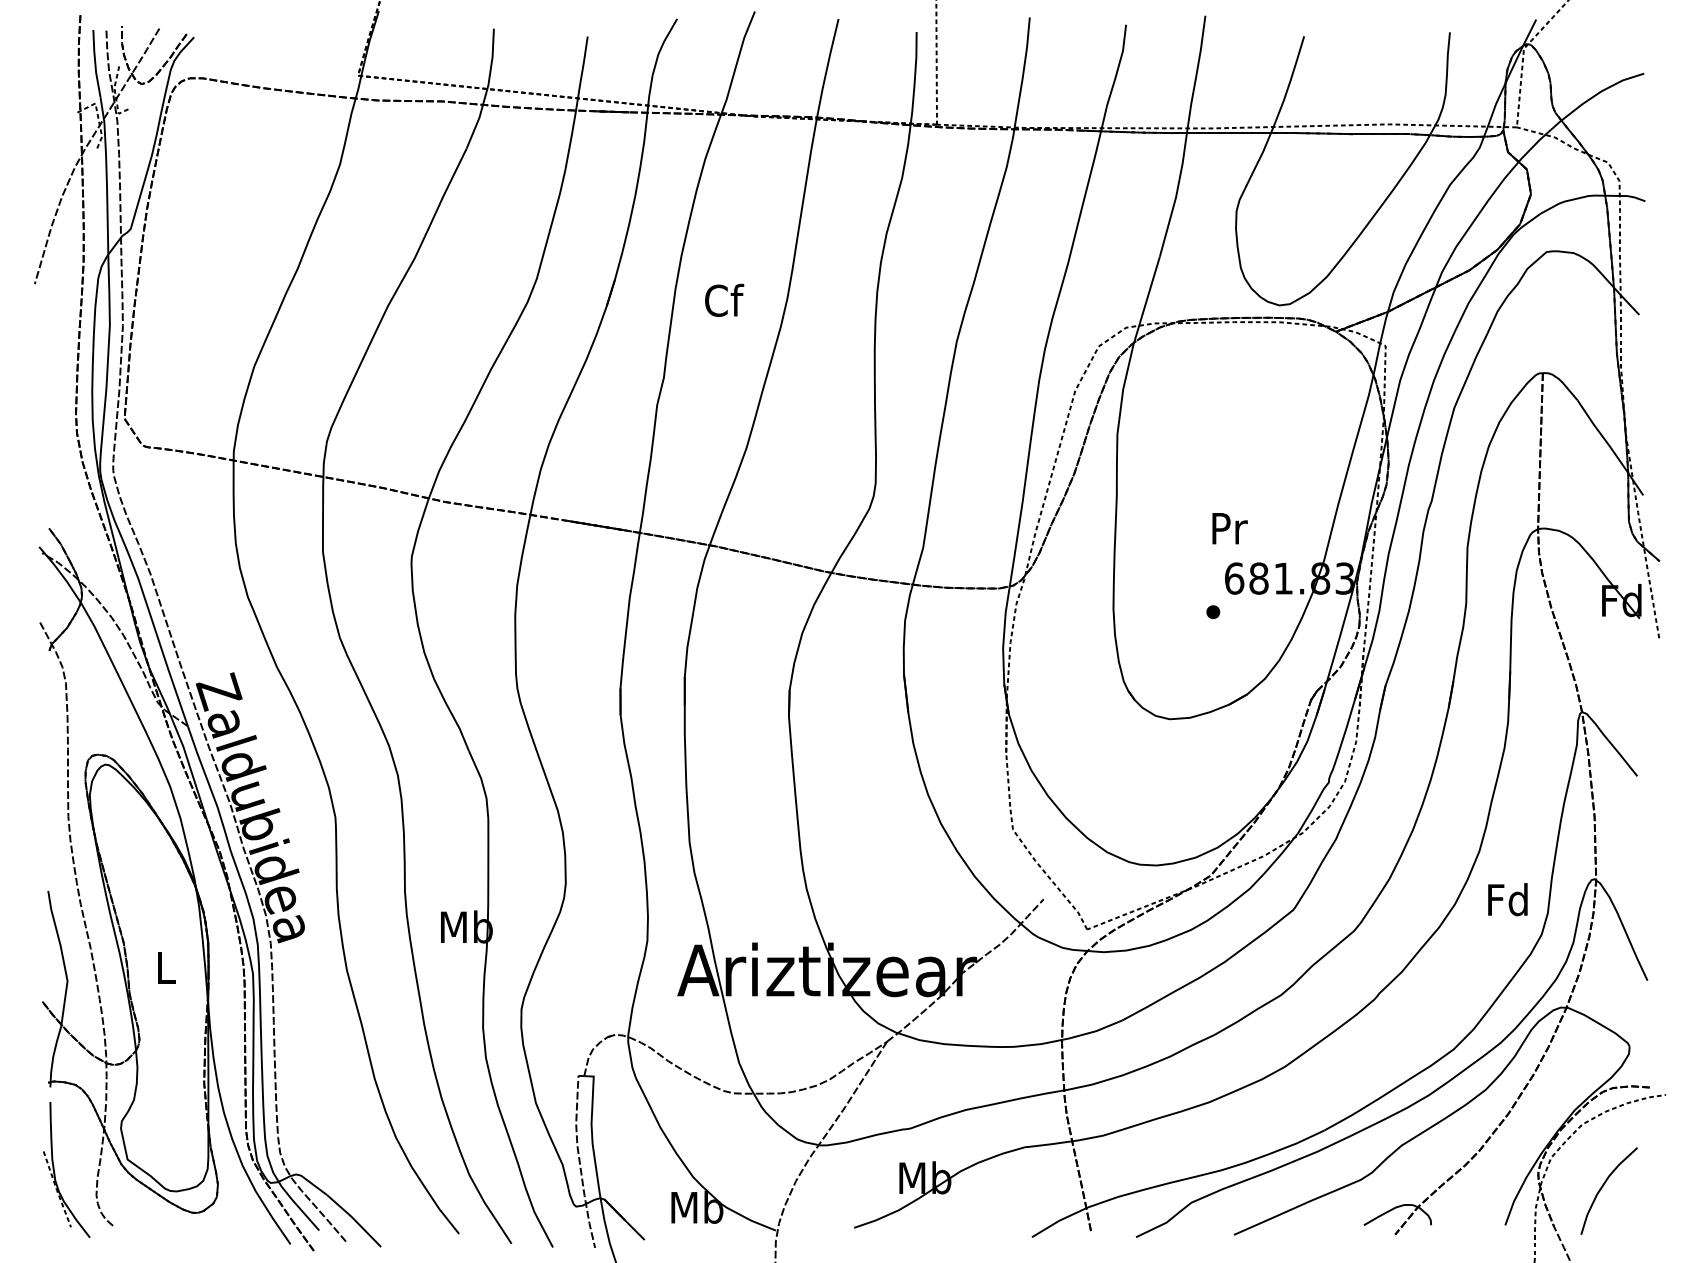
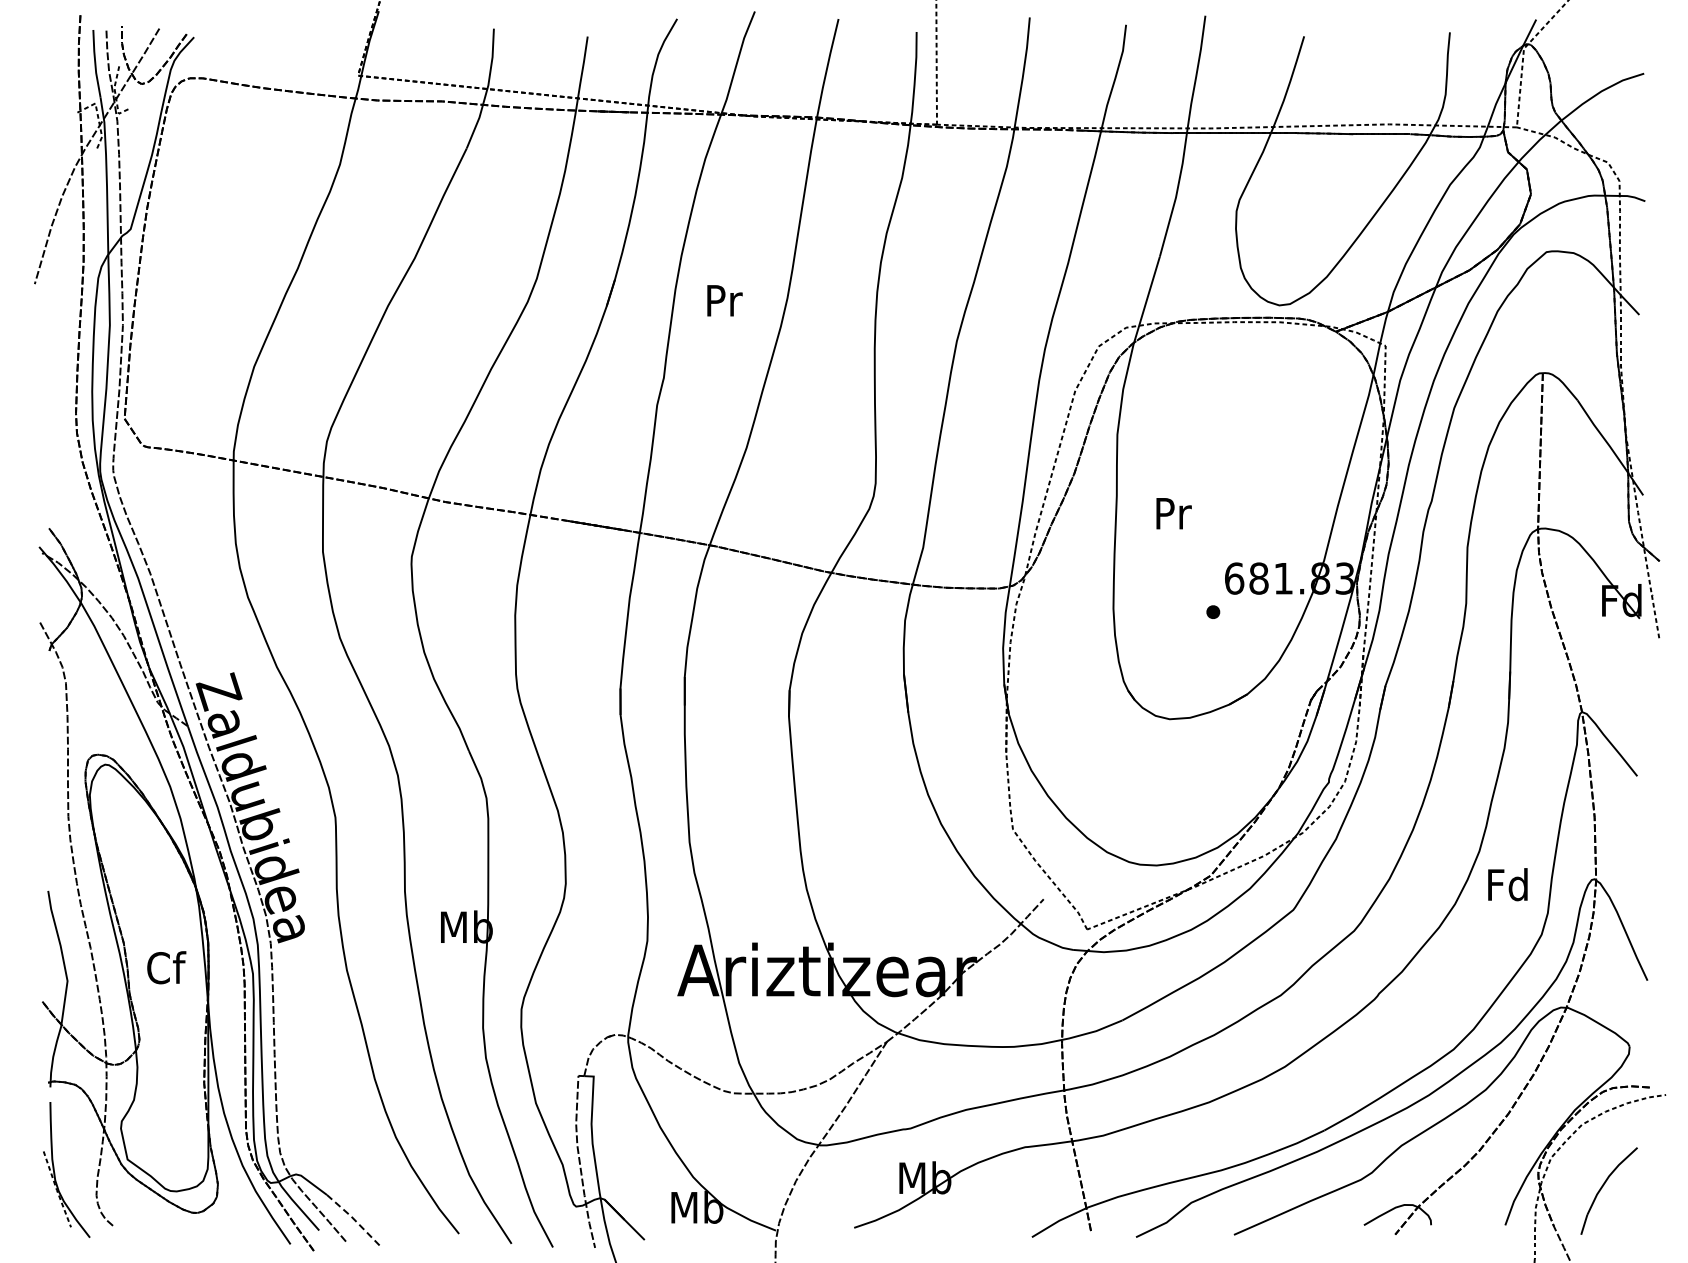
text at (724, 299): Cf -> Pr
text at (1229, 528) position: (1229, 528) -> (1173, 513)
text at (1507, 899) position: (1507, 899) -> (1507, 884)
text at (166, 967): L -> Cf
line at (354, 1220): solid -> dashed
